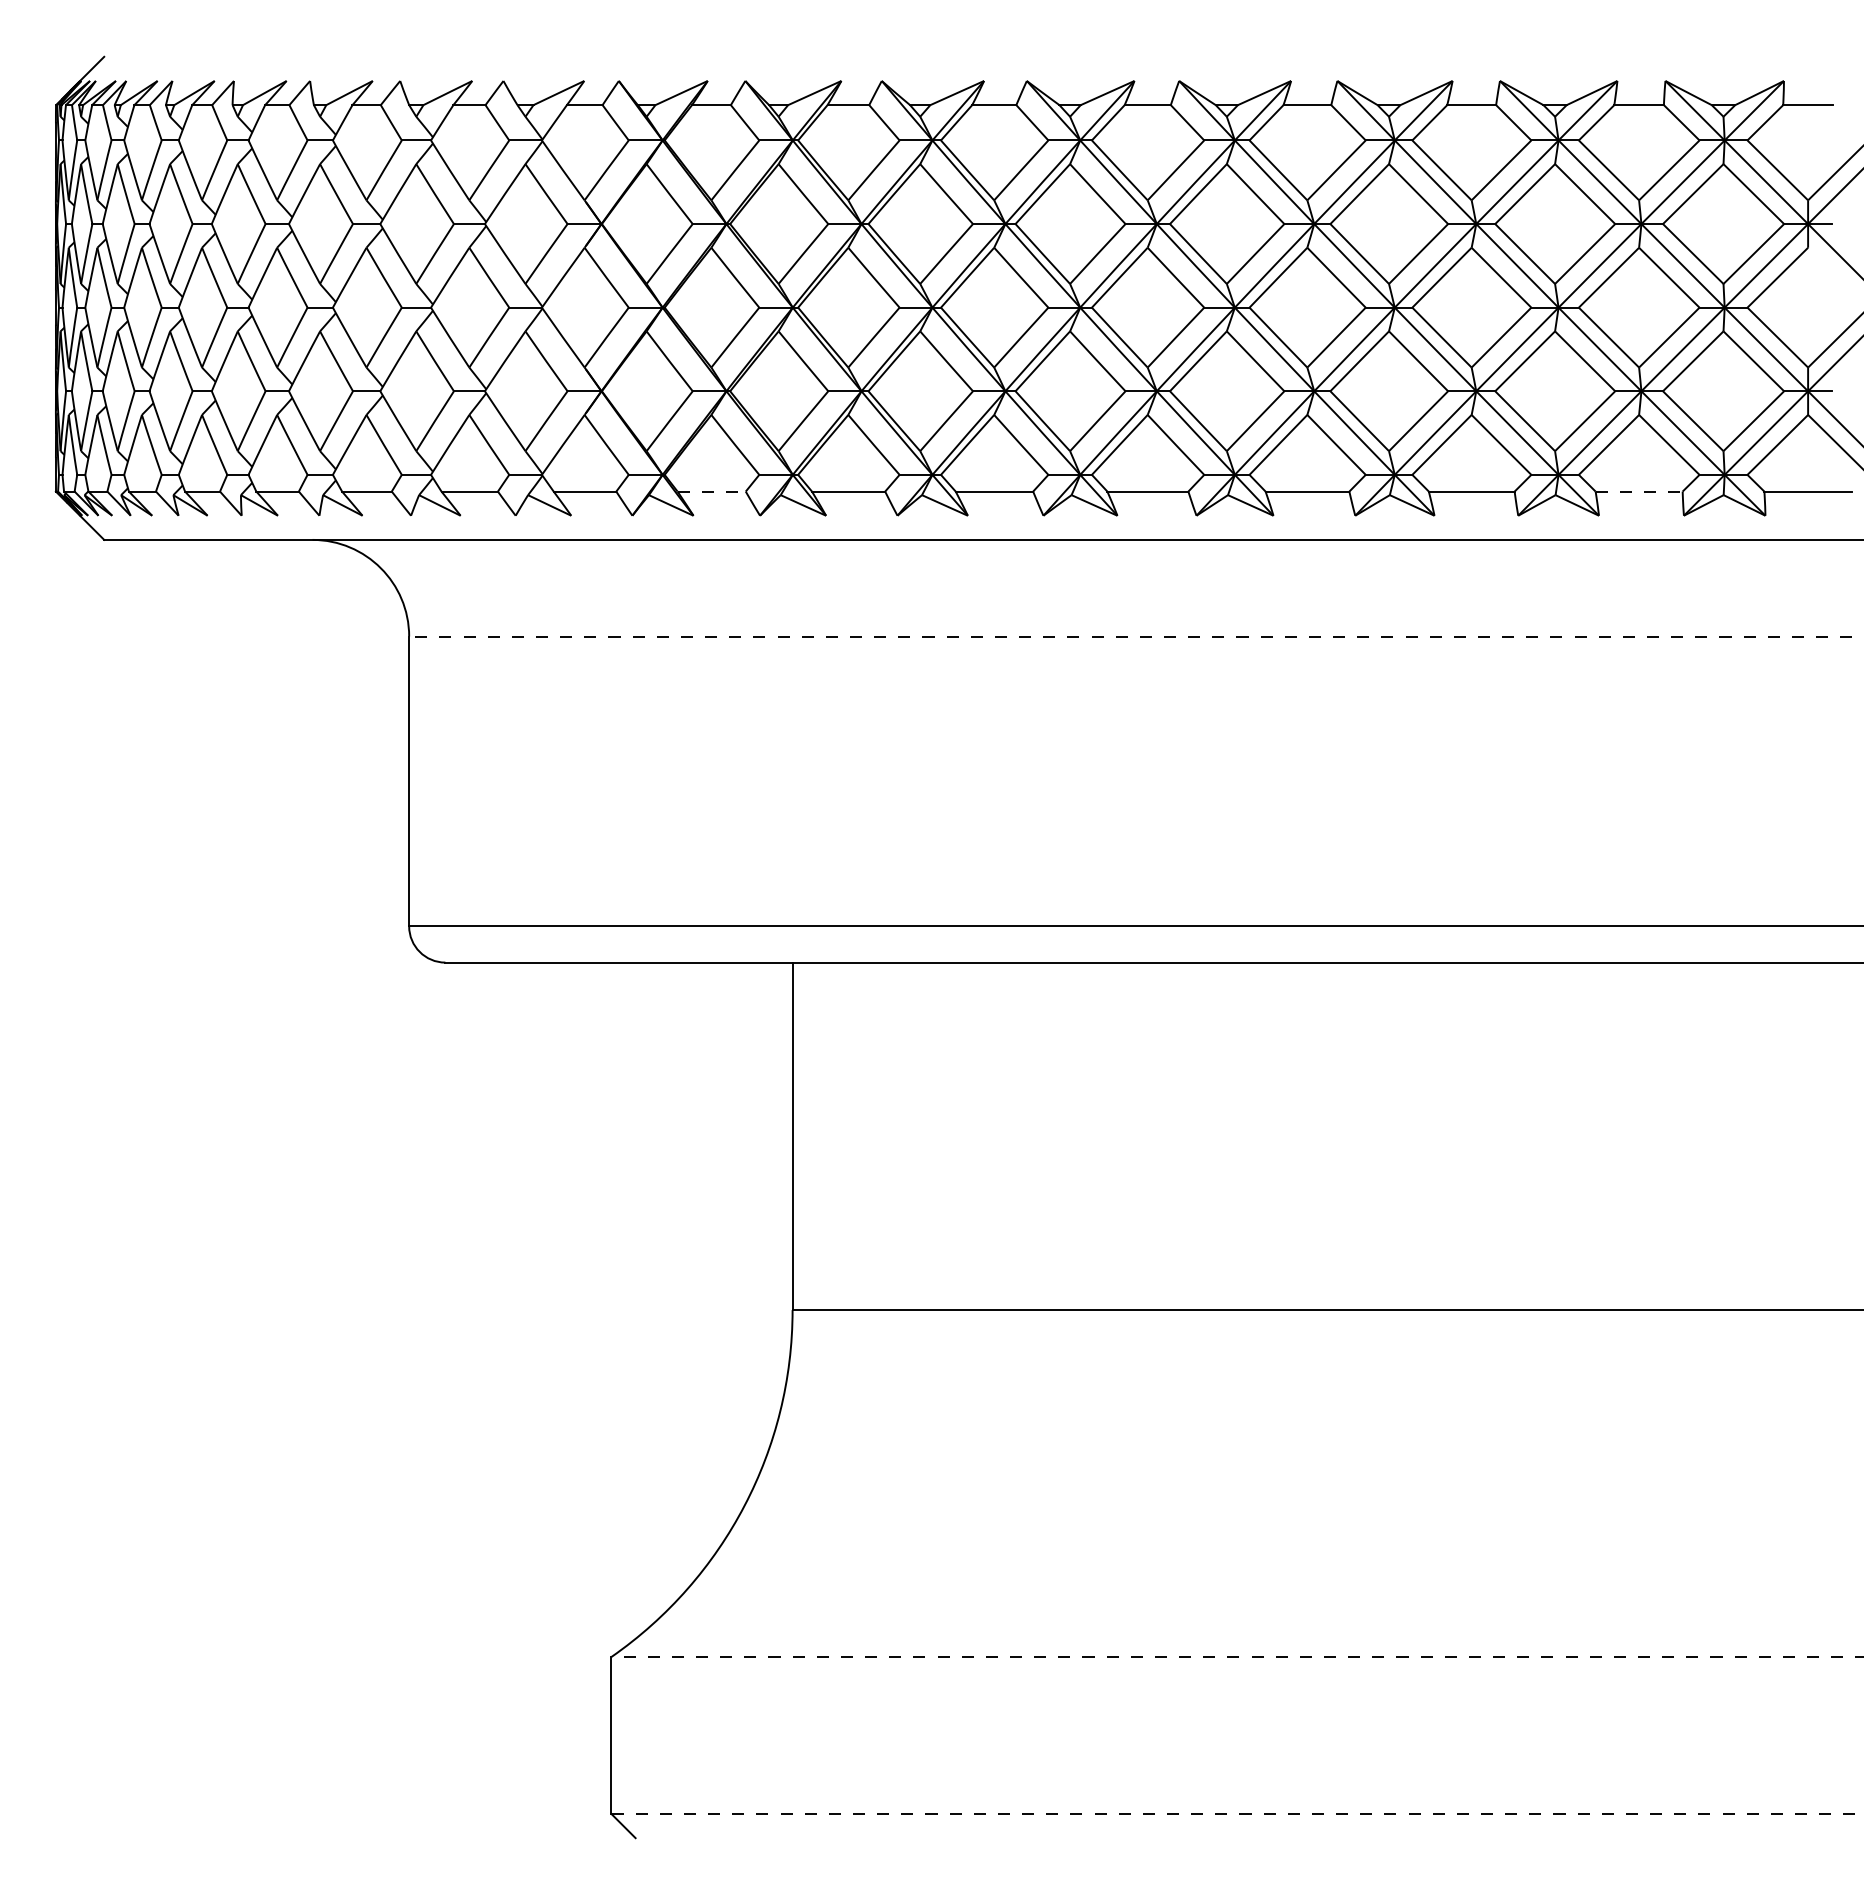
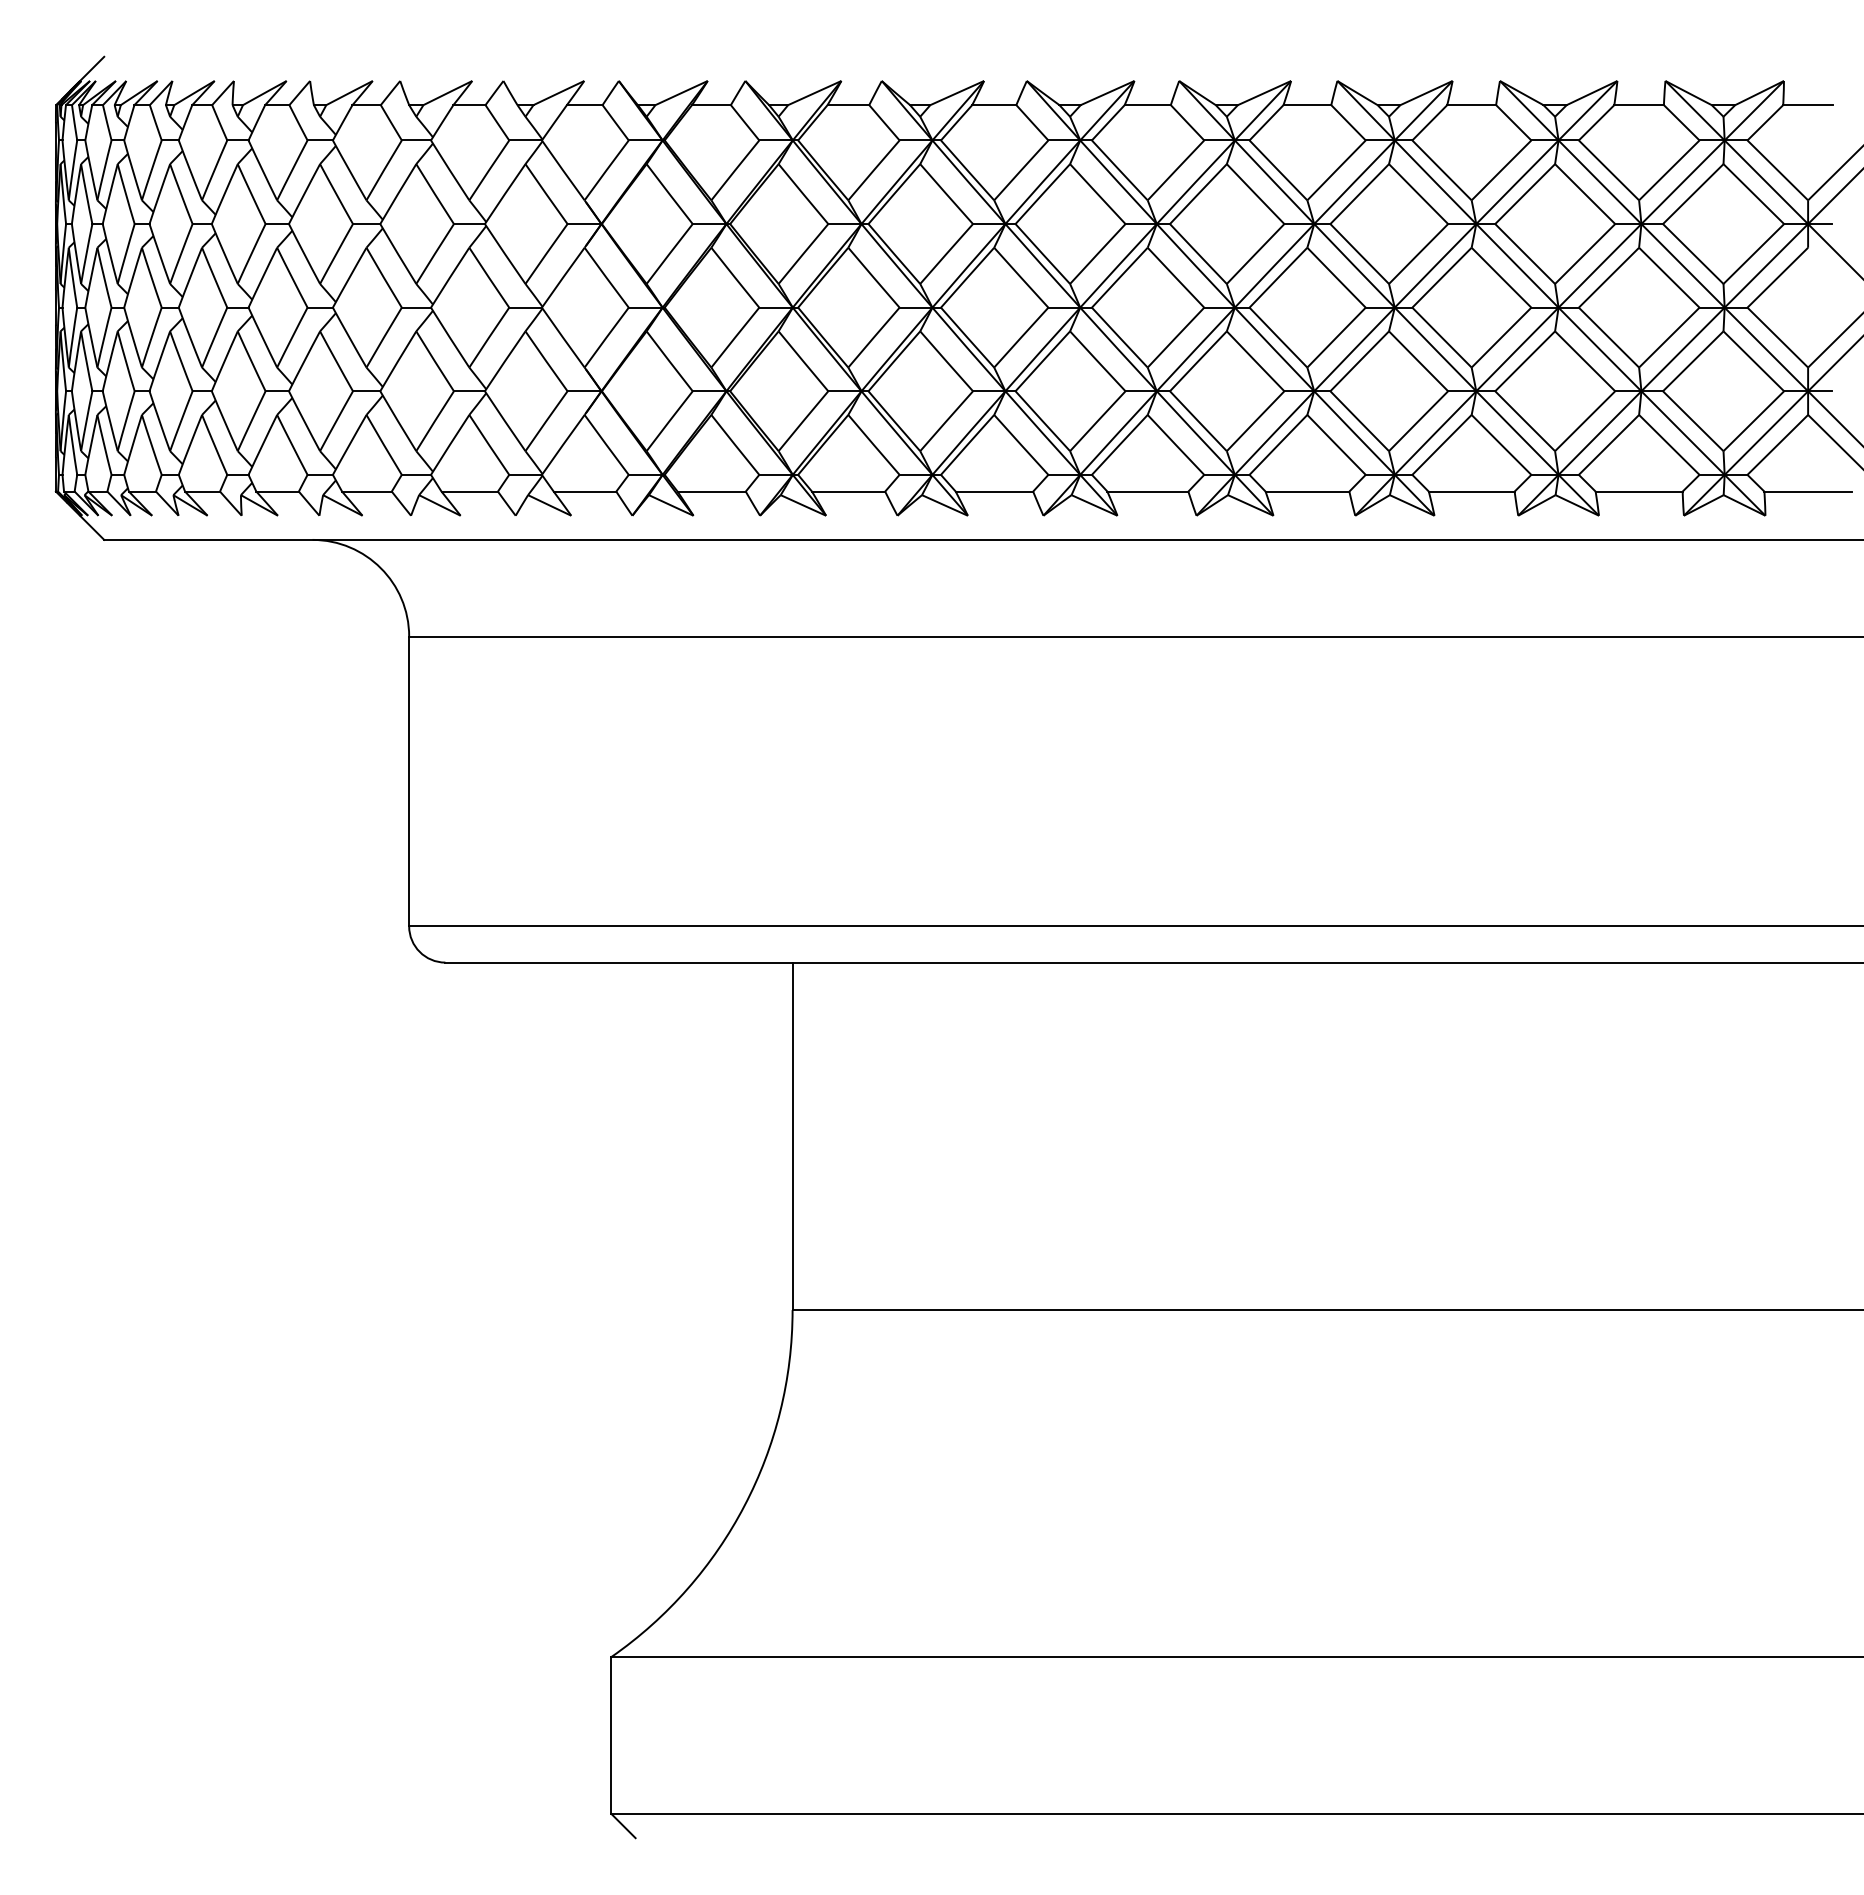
line at (712, 491): dashed -> solid
line at (1639, 491): dashed -> solid
line at (1136, 636): dashed -> solid
line at (1237, 1657): dashed -> solid
line at (1237, 1813): dashed -> solid
